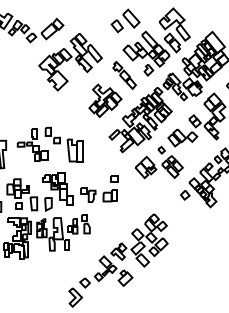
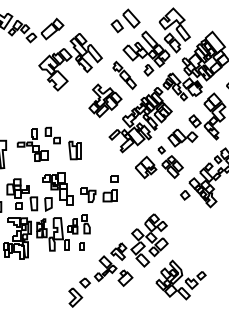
part at (74, 150) size: 18x25 px -> 14x21 px
part at (81, 246): none -> present
part at (180, 279): none -> present
